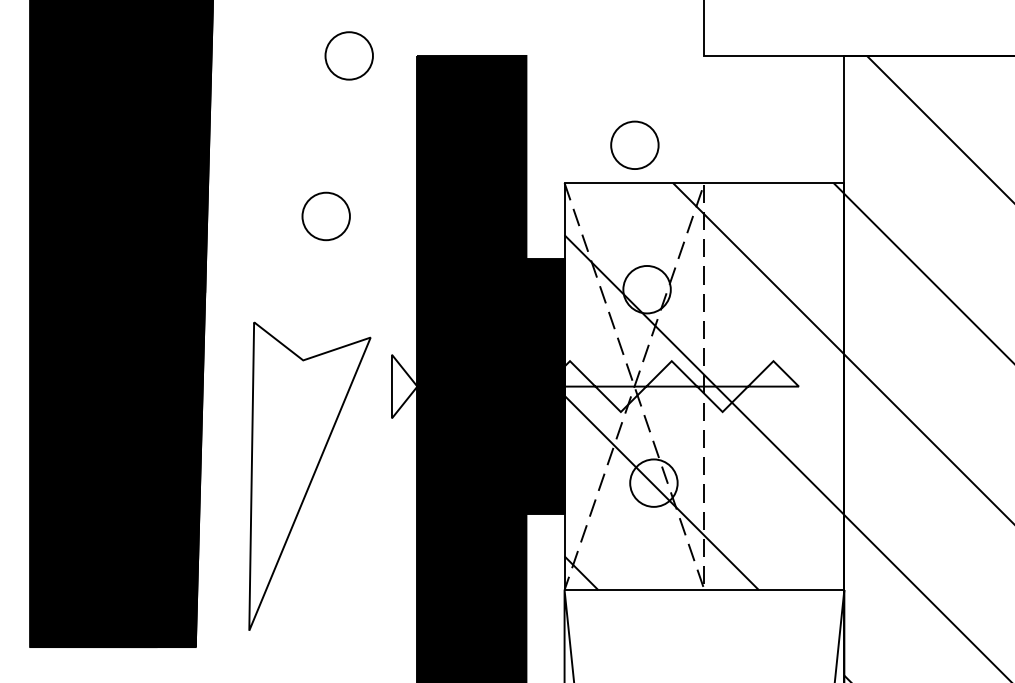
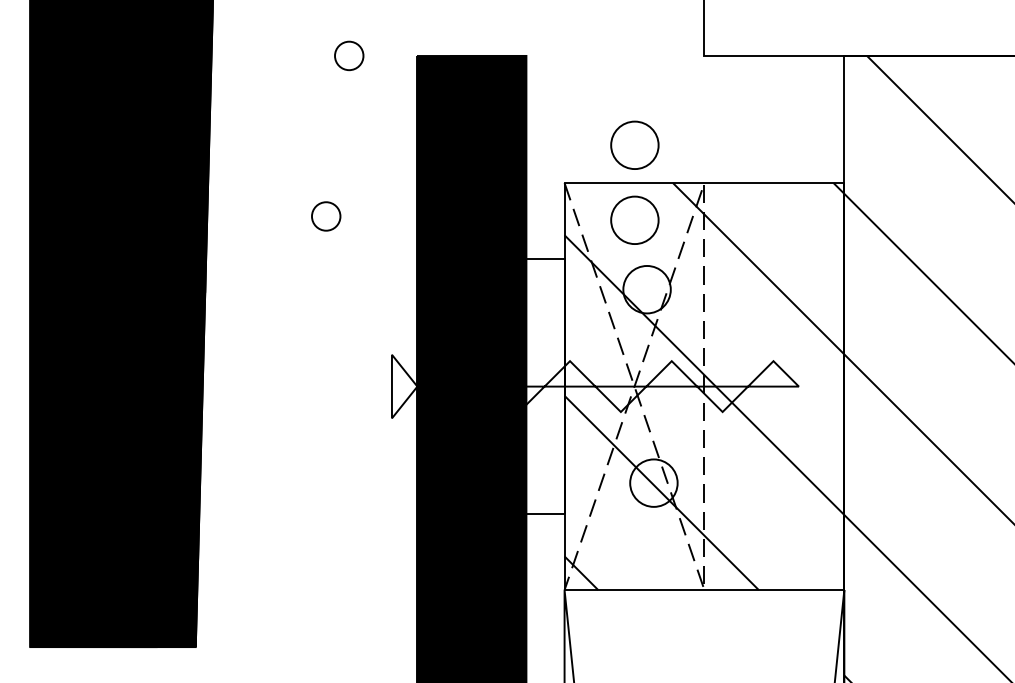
circle at (348, 55) diameter: 47 px -> 28 px
circle at (325, 216) diameter: 47 px -> 28 px
circle at (634, 219): none -> present
fill at (545, 386): present -> none
part at (309, 475): present -> none
